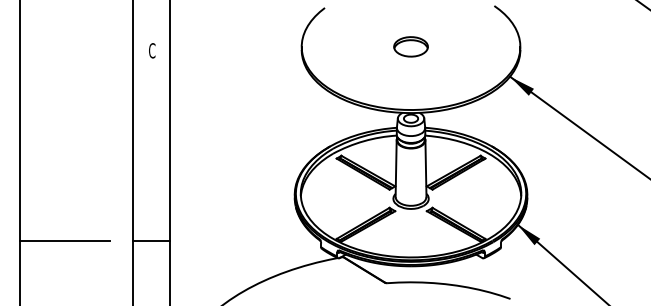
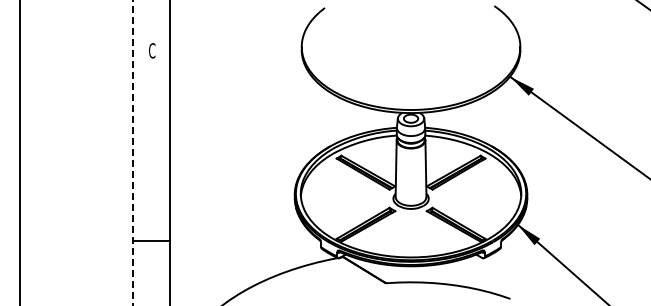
part at (410, 46): present -> none
line at (132, 153): solid -> dashed
line at (64, 241): present -> none
